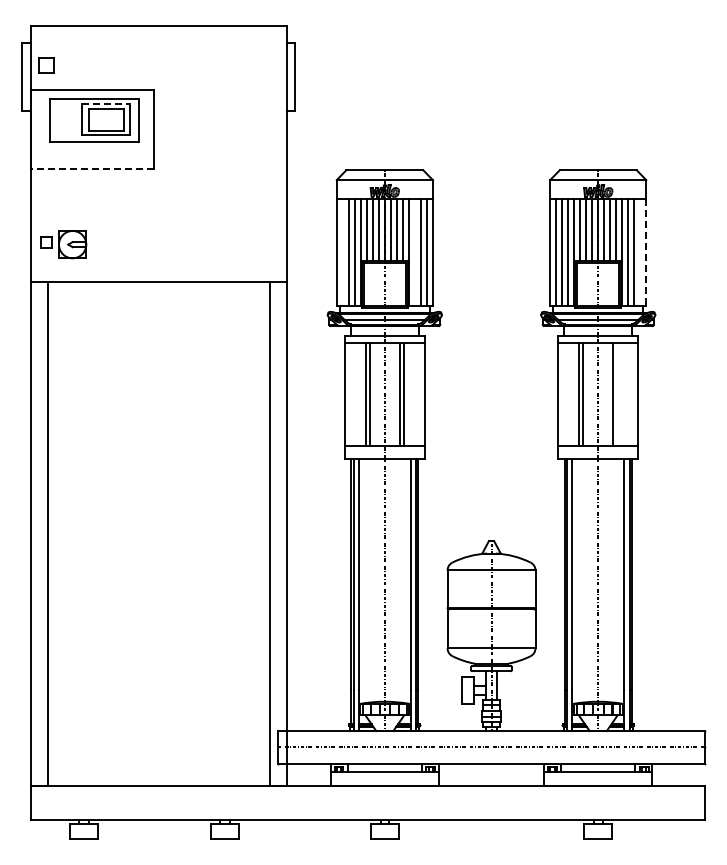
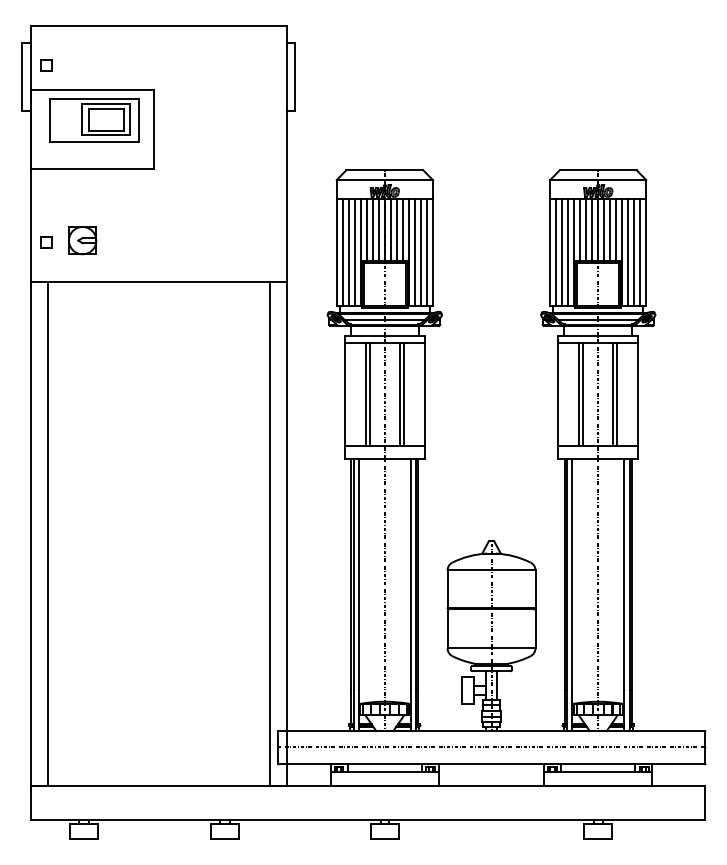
part at (46, 65) size: 17x17 px -> 13x13 px
line at (106, 104): dashed -> solid
line at (91, 168): dashed -> solid
part at (72, 244) position: (72, 244) -> (82, 240)
line at (343, 252): none -> present
line at (414, 252): none -> present
line at (640, 252): none -> present
line at (646, 252): dashed -> solid
line at (617, 394): none -> present
